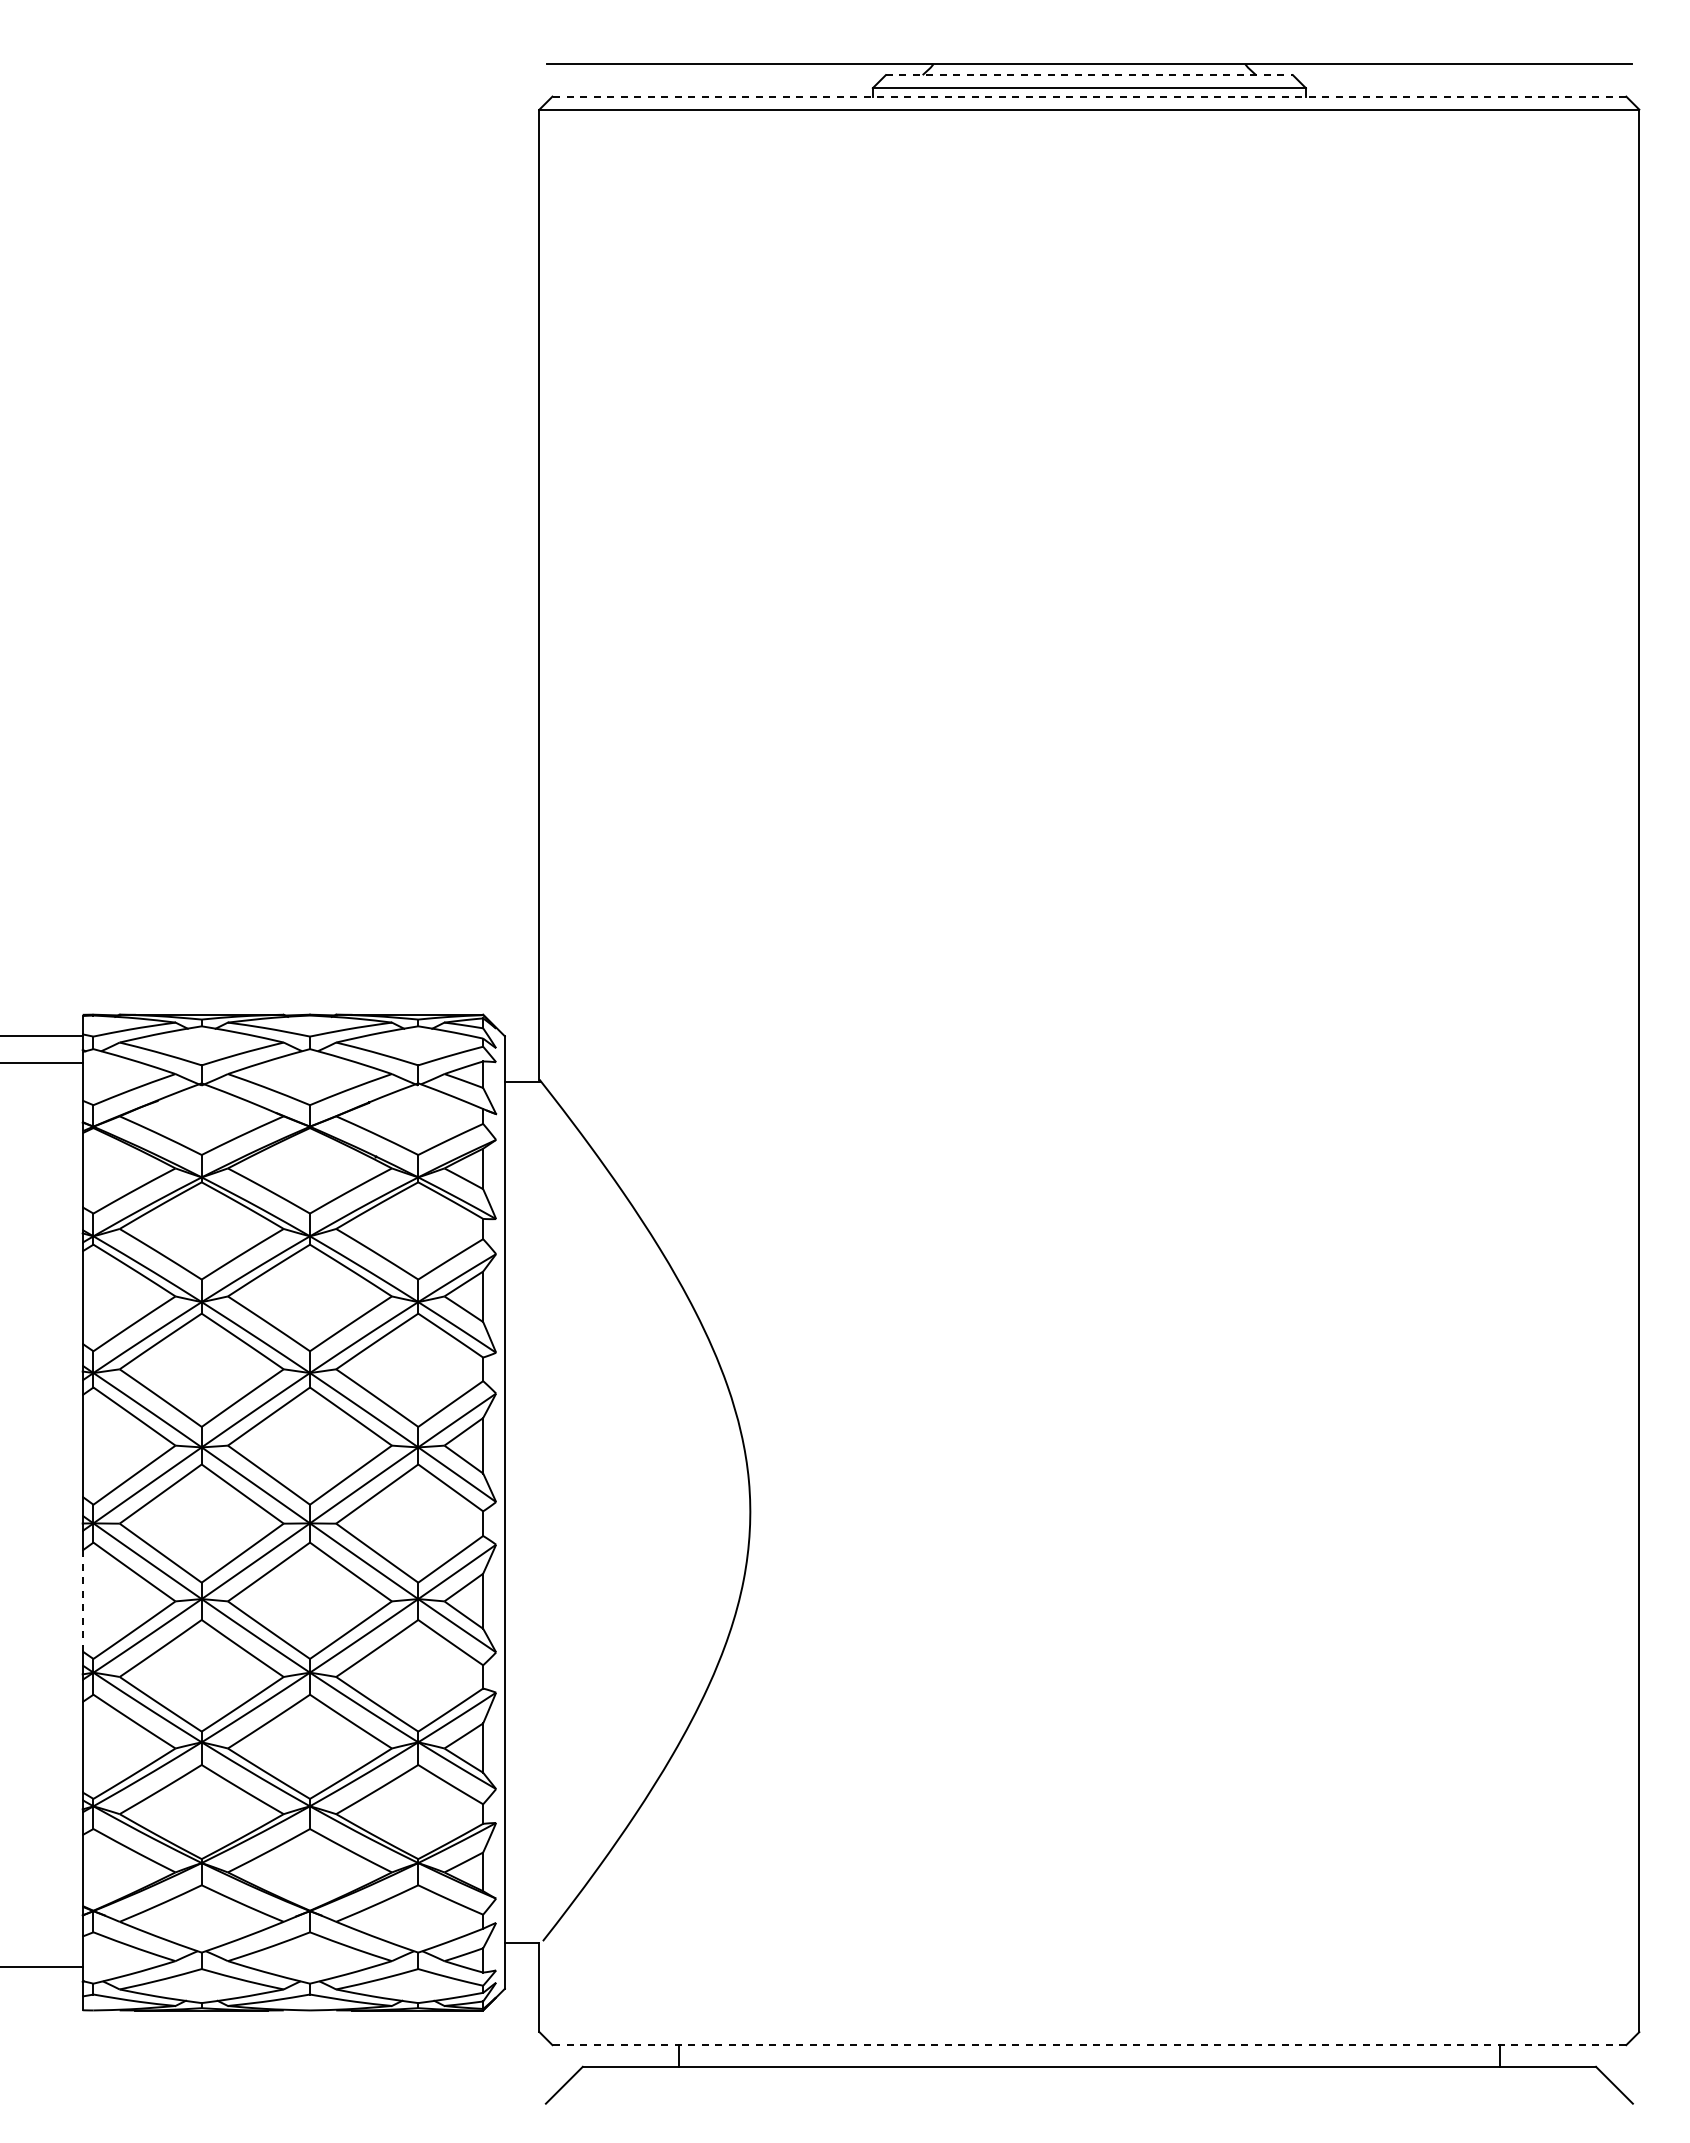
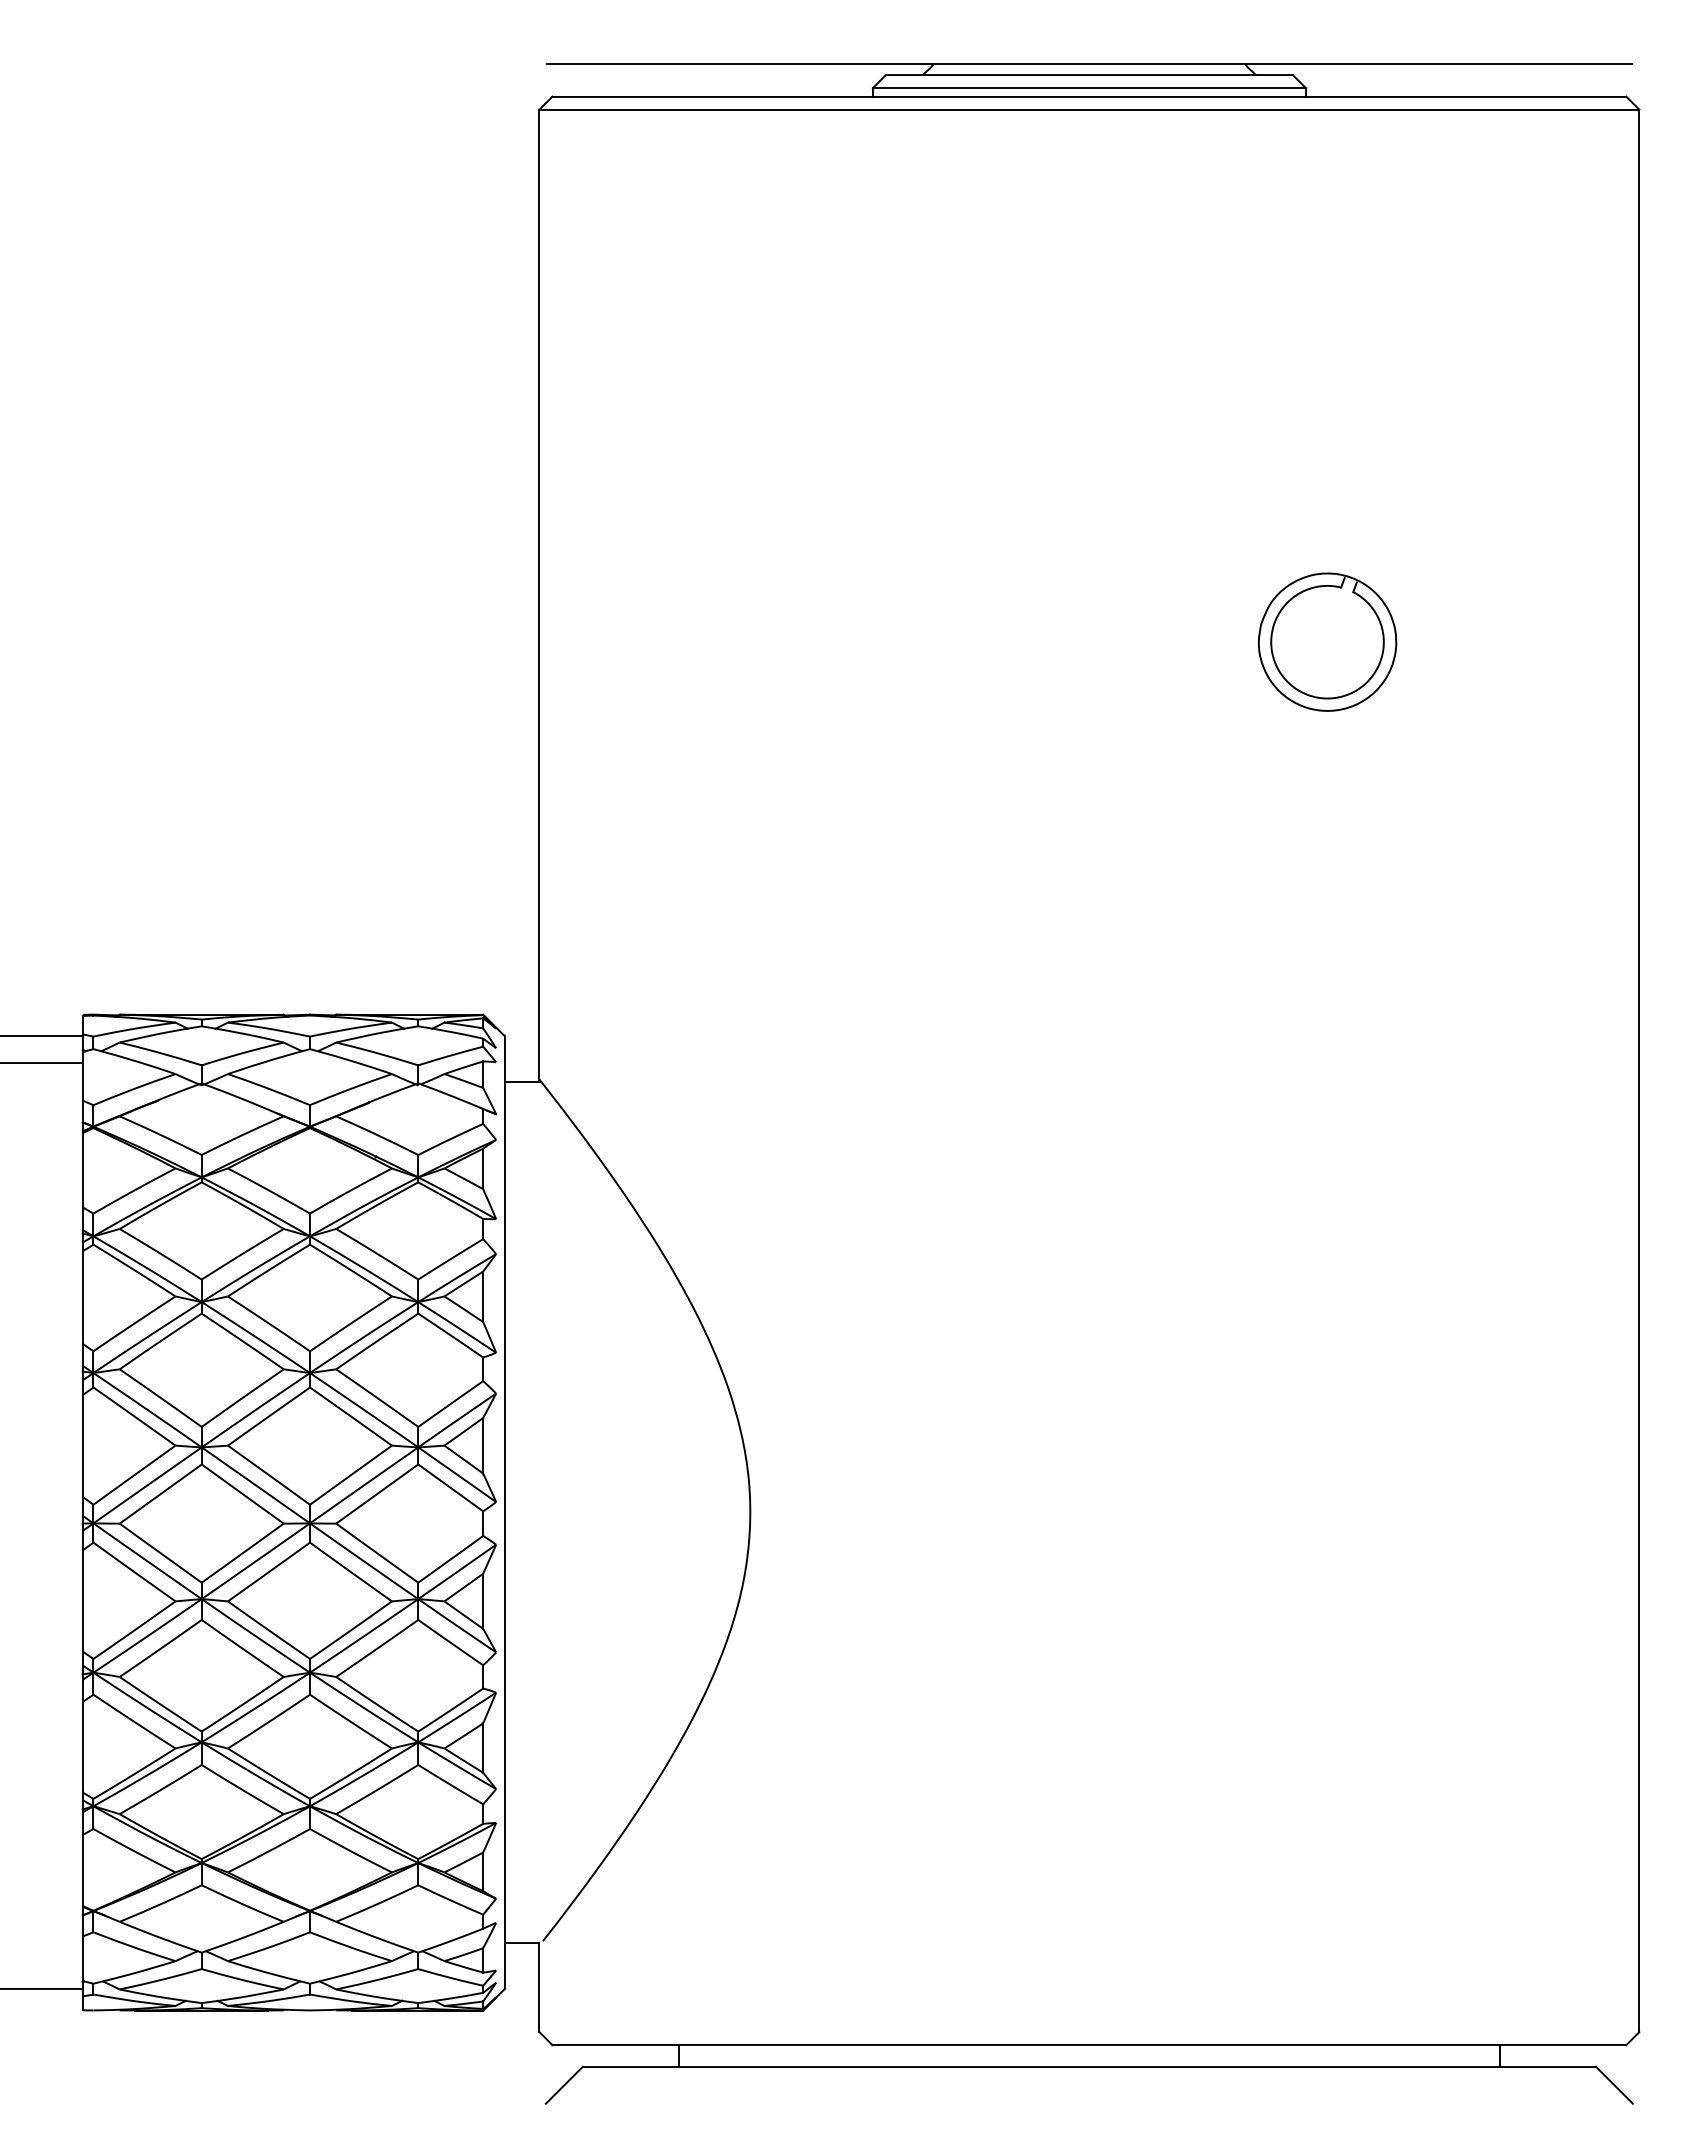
line at (1089, 75): dashed -> solid
line at (1089, 96): dashed -> solid
part at (1327, 641): none -> present
line at (82, 1600): dashed -> solid
line at (42, 1966) position: (42, 1966) -> (42, 1988)
line at (1089, 2045): dashed -> solid
